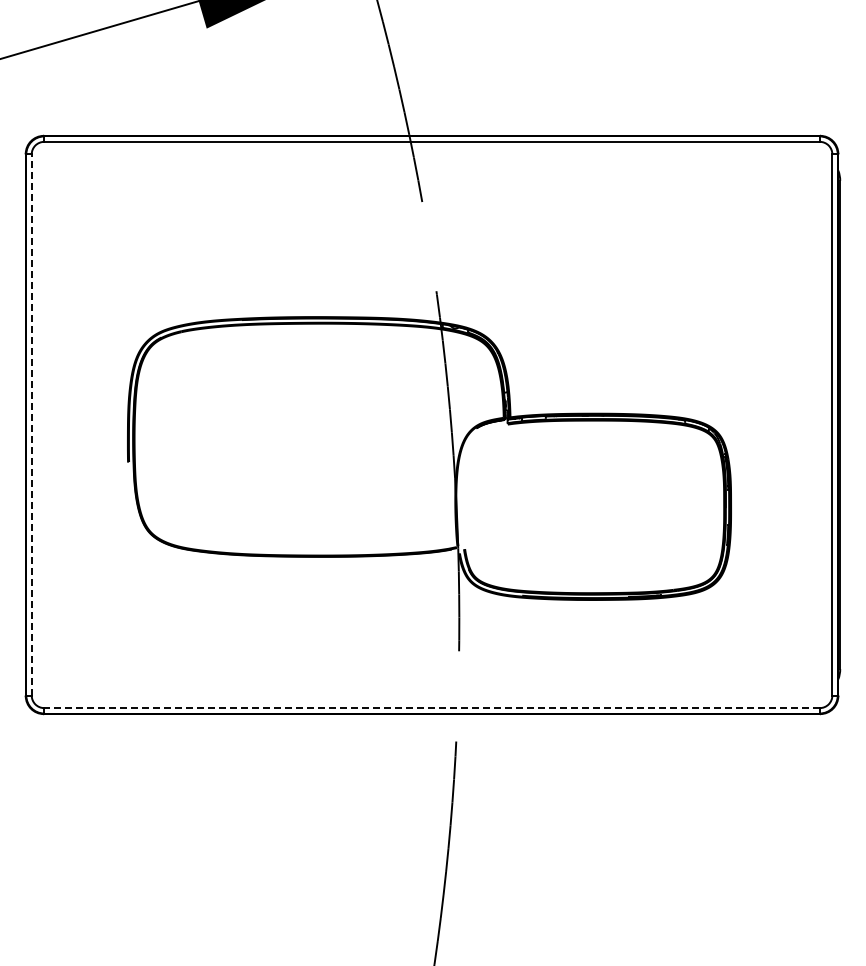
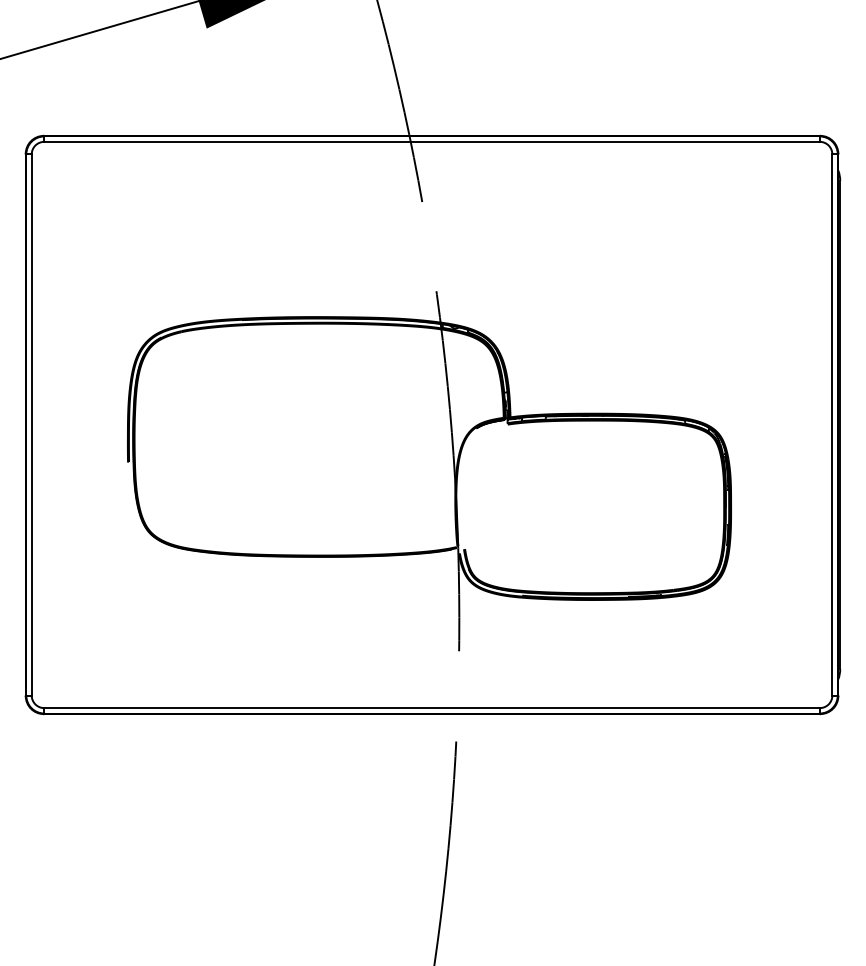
line at (31, 424): dashed -> solid
line at (432, 708): dashed -> solid
